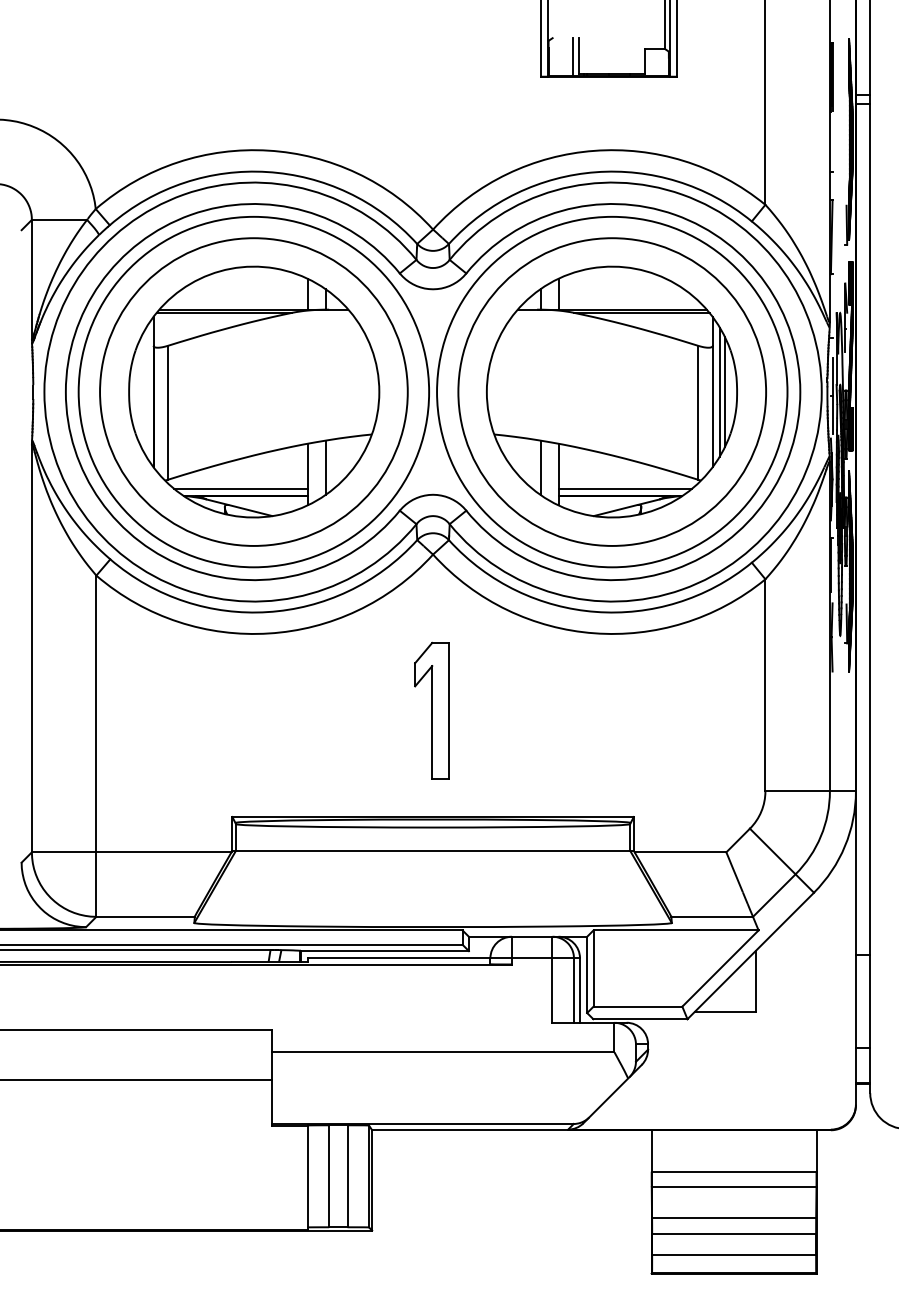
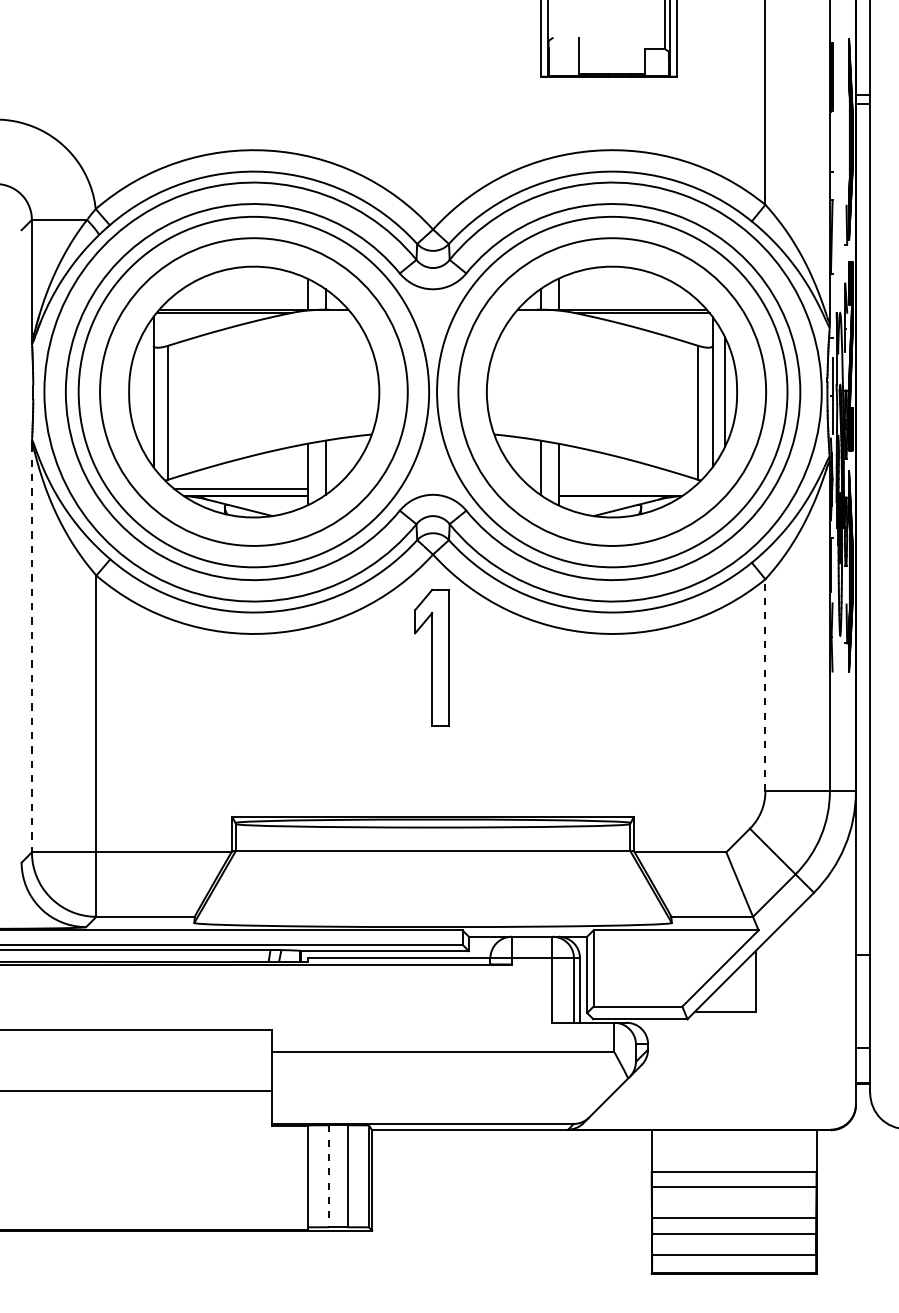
line at (572, 56): present -> none
line at (719, 391): present -> none
line at (625, 488): present -> none
line at (31, 648): solid -> dashed
line at (765, 684): solid -> dashed
part at (431, 710) position: (431, 710) -> (431, 657)
line at (136, 1080) position: (136, 1080) -> (136, 1091)
line at (329, 1176): solid -> dashed
